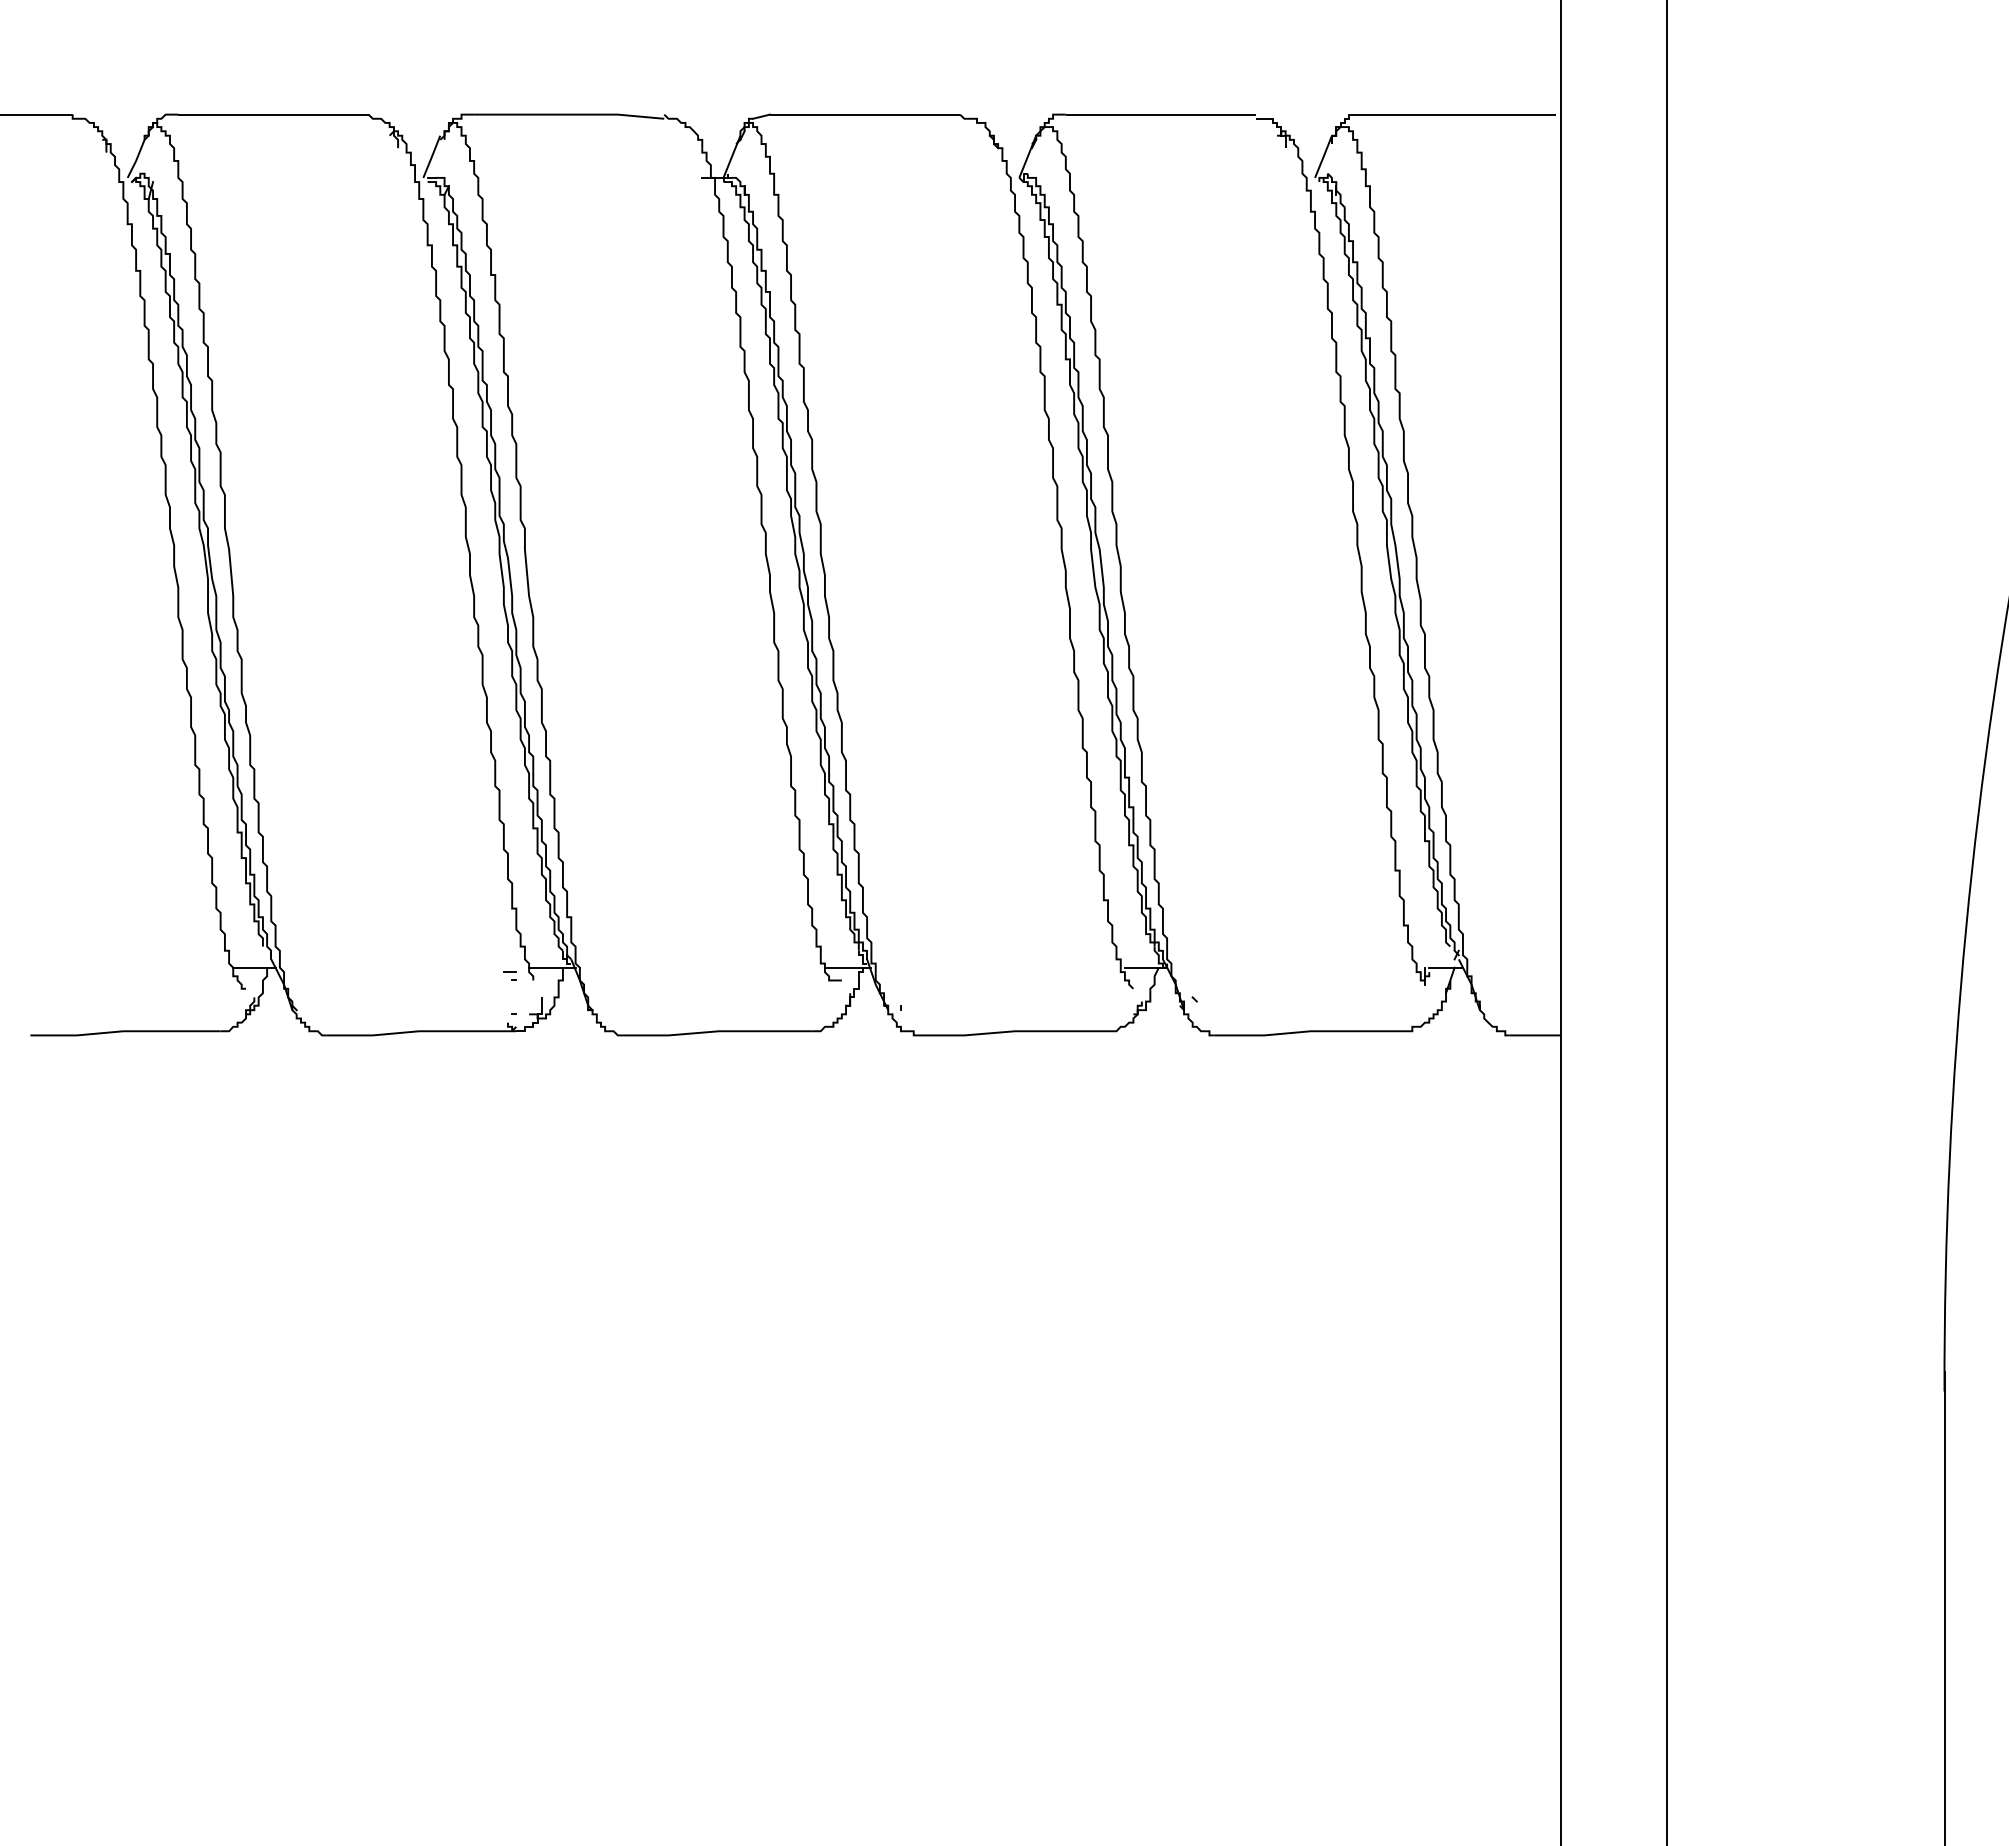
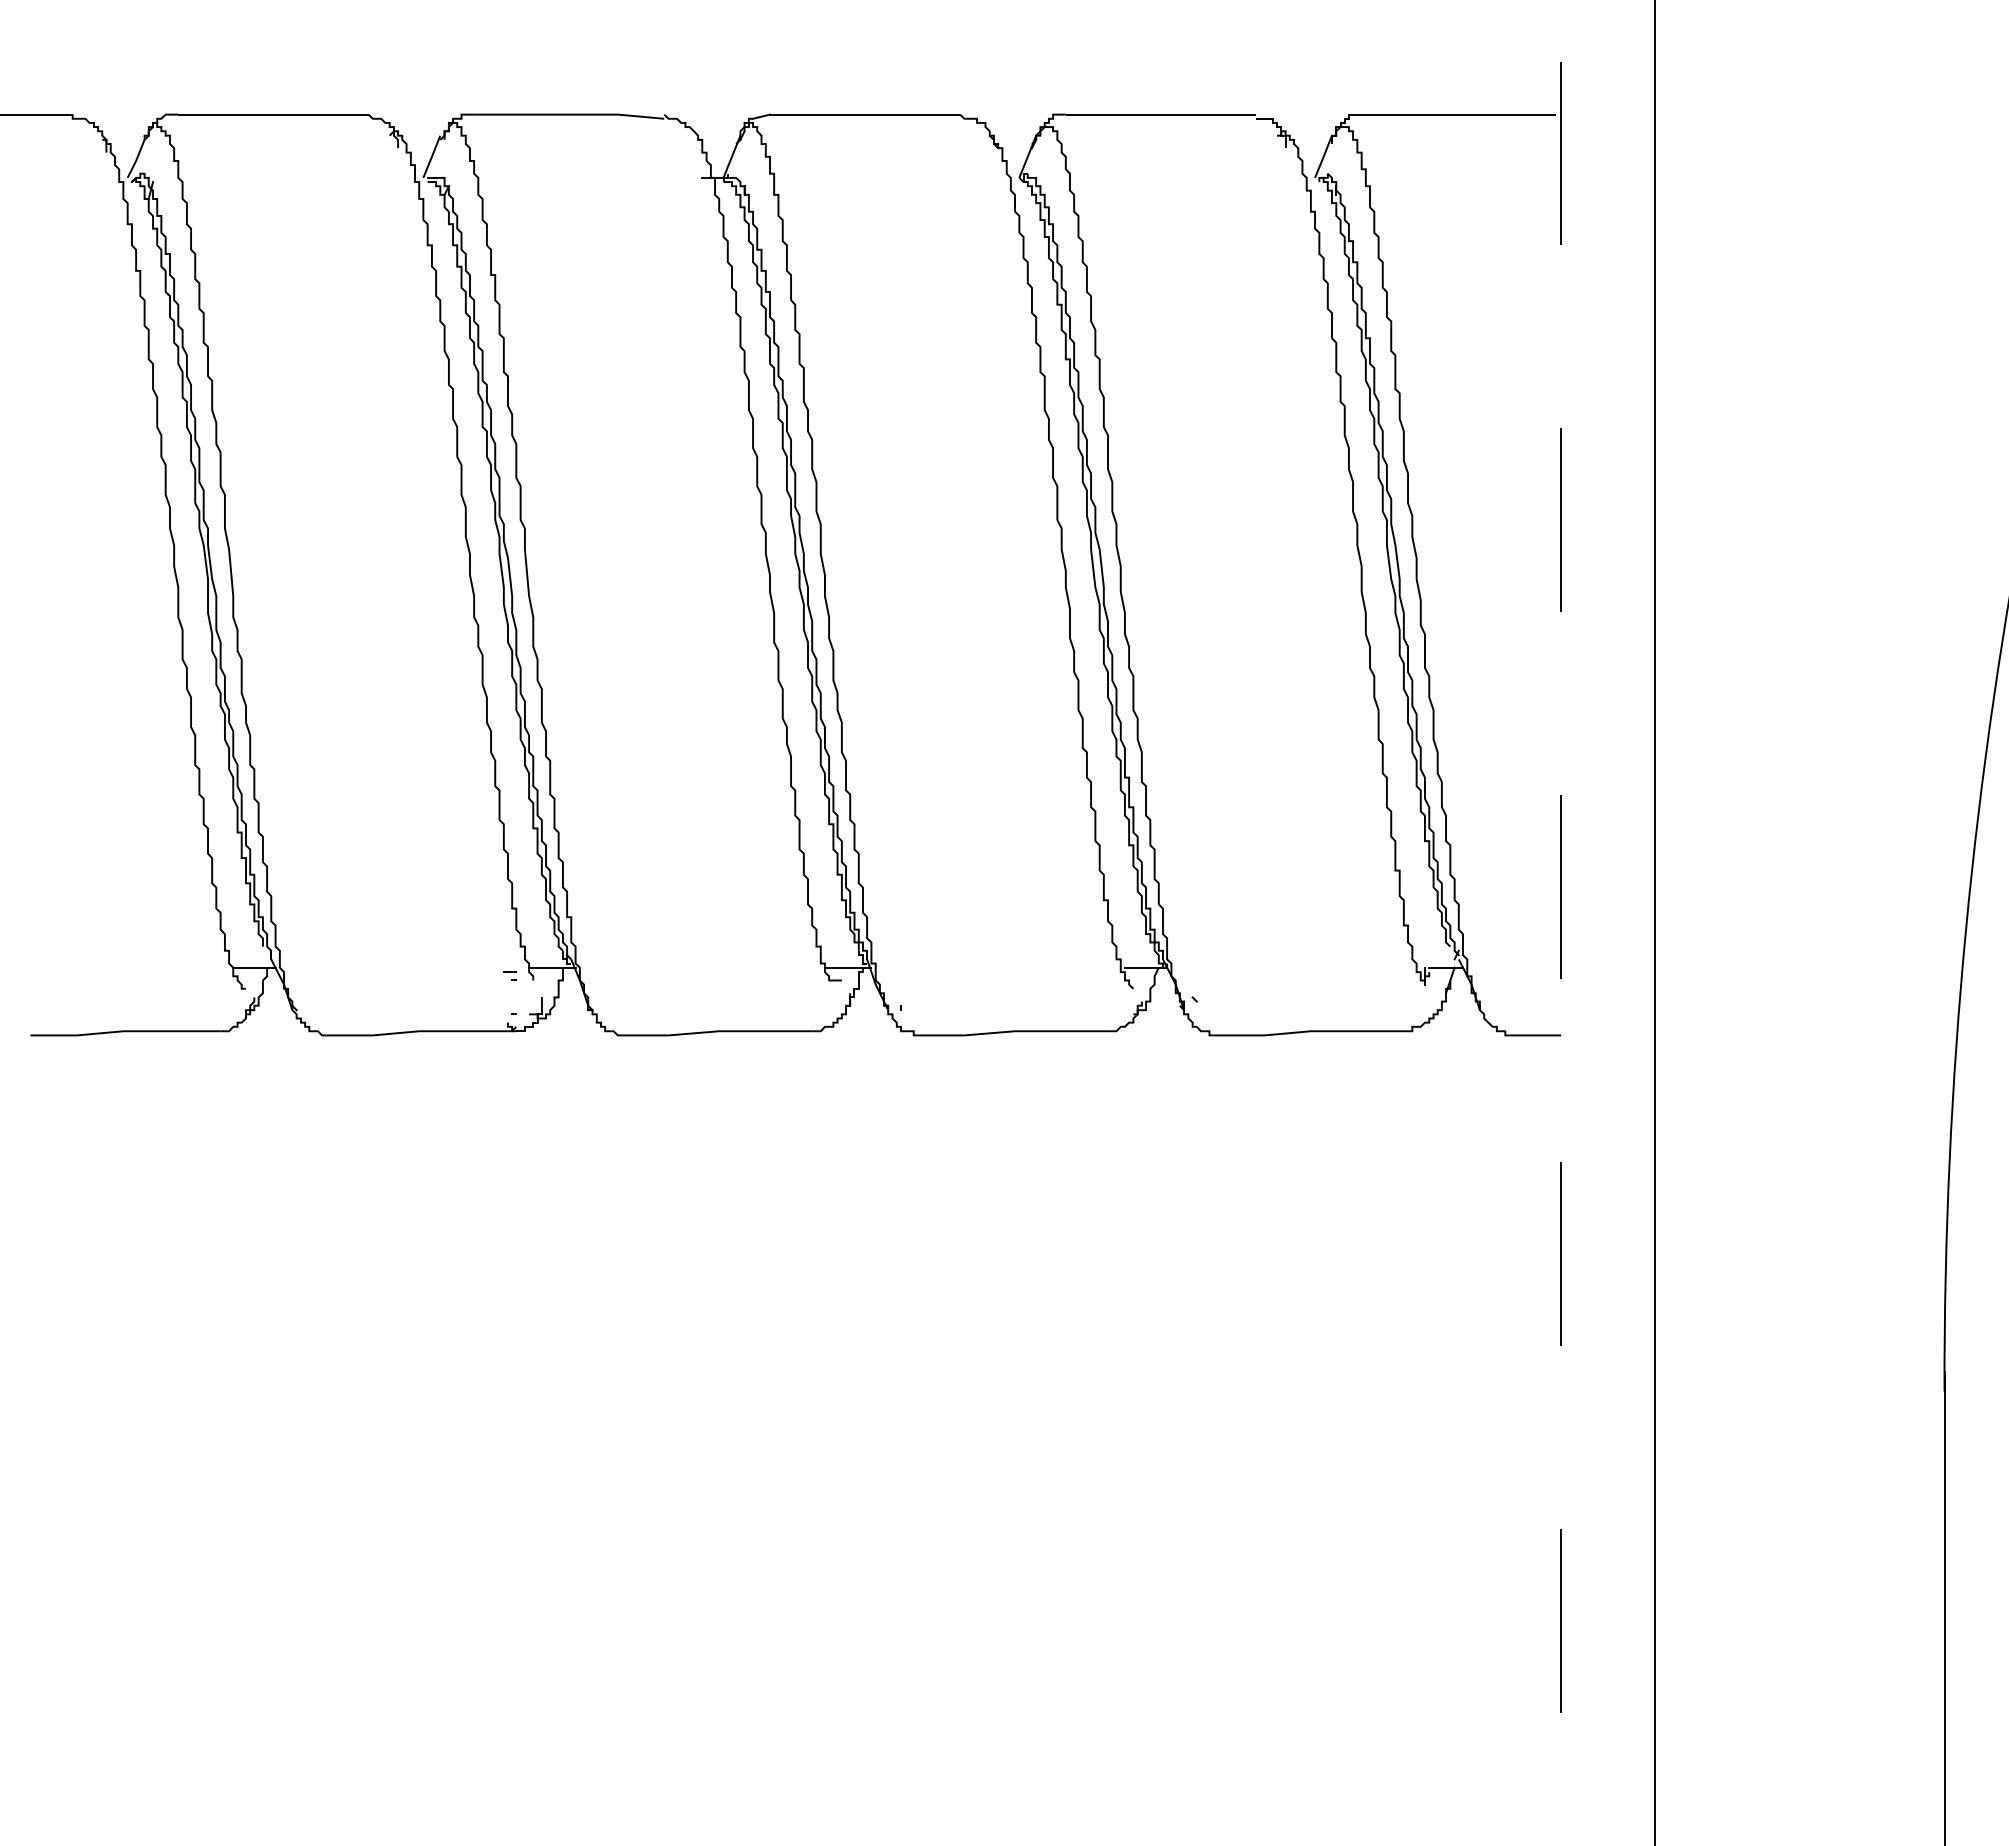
line at (1561, 922): solid -> dashed
line at (1666, 922) position: (1666, 922) -> (1654, 922)
